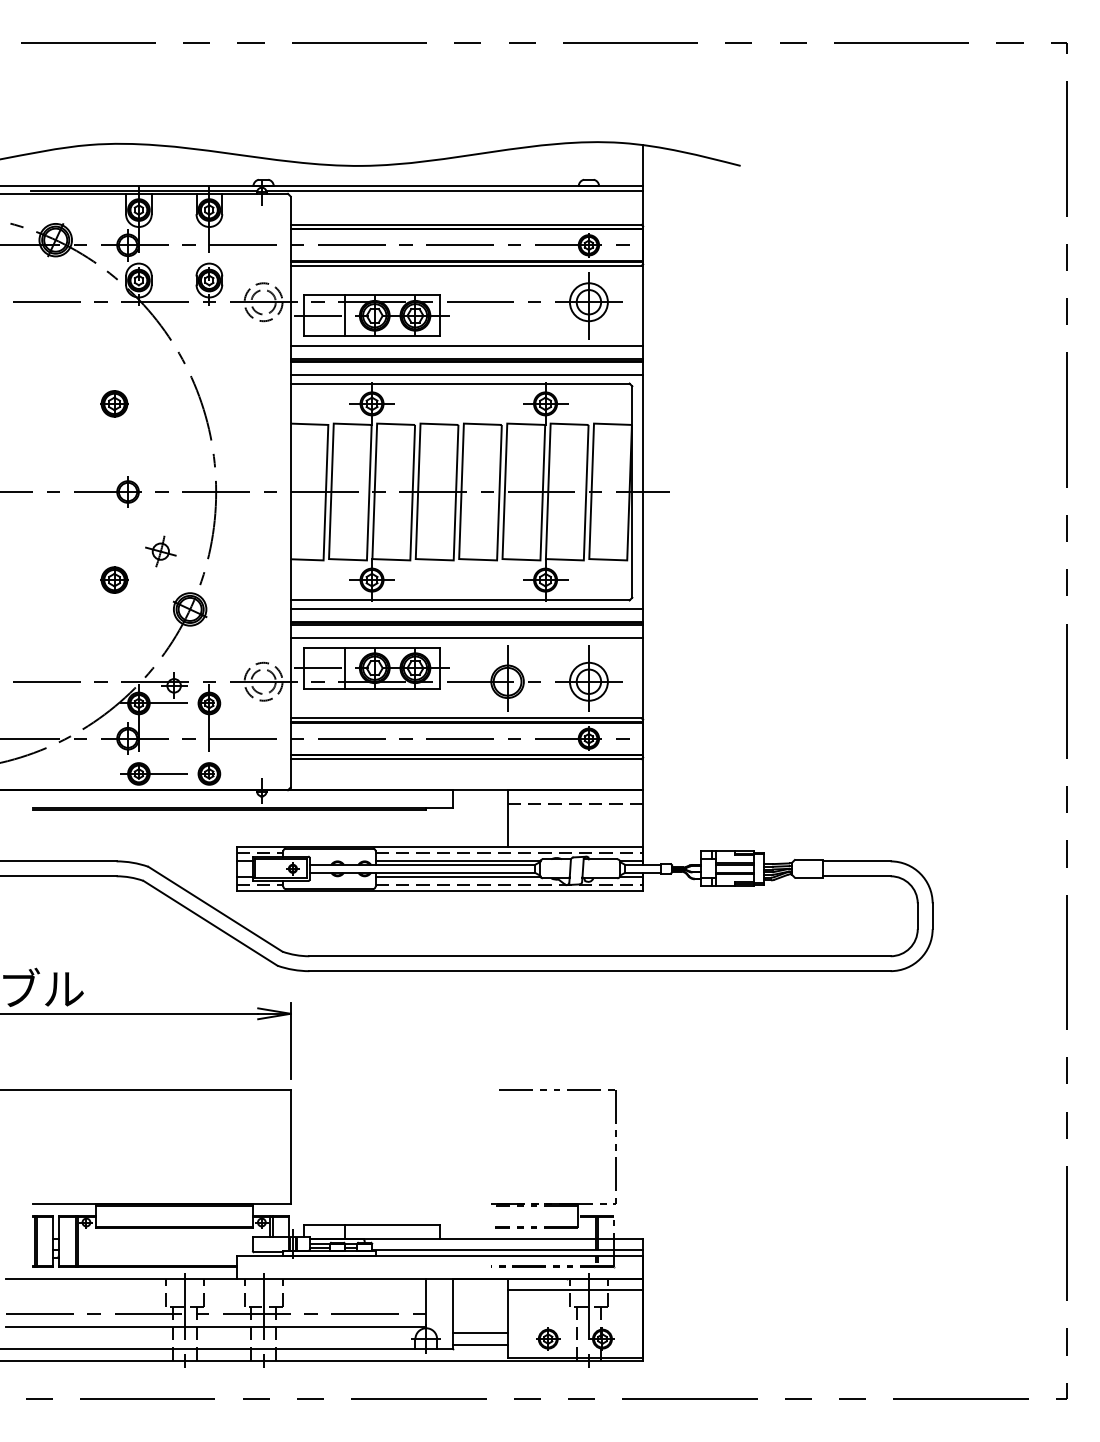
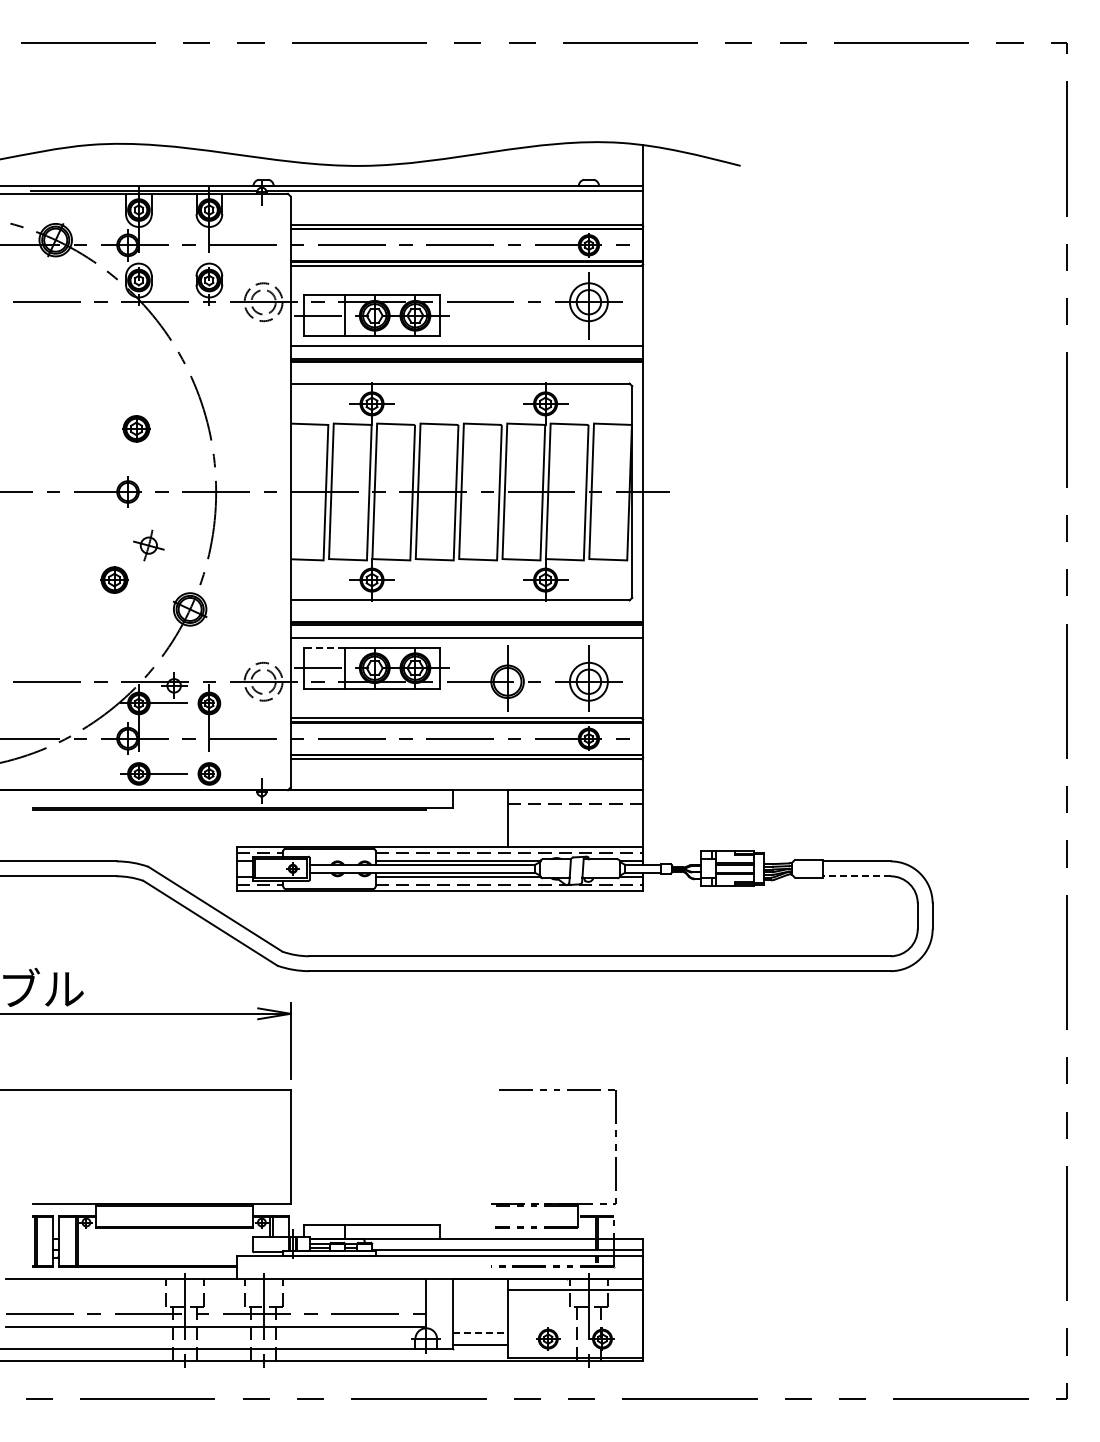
line at (466, 375): present -> none
part at (114, 403) position: (114, 403) -> (136, 428)
part at (160, 551) position: (160, 551) -> (148, 545)
line at (466, 608): present -> none
line at (324, 647): solid -> dashed
line at (856, 876): solid -> dashed
line at (480, 1333): solid -> dashed
